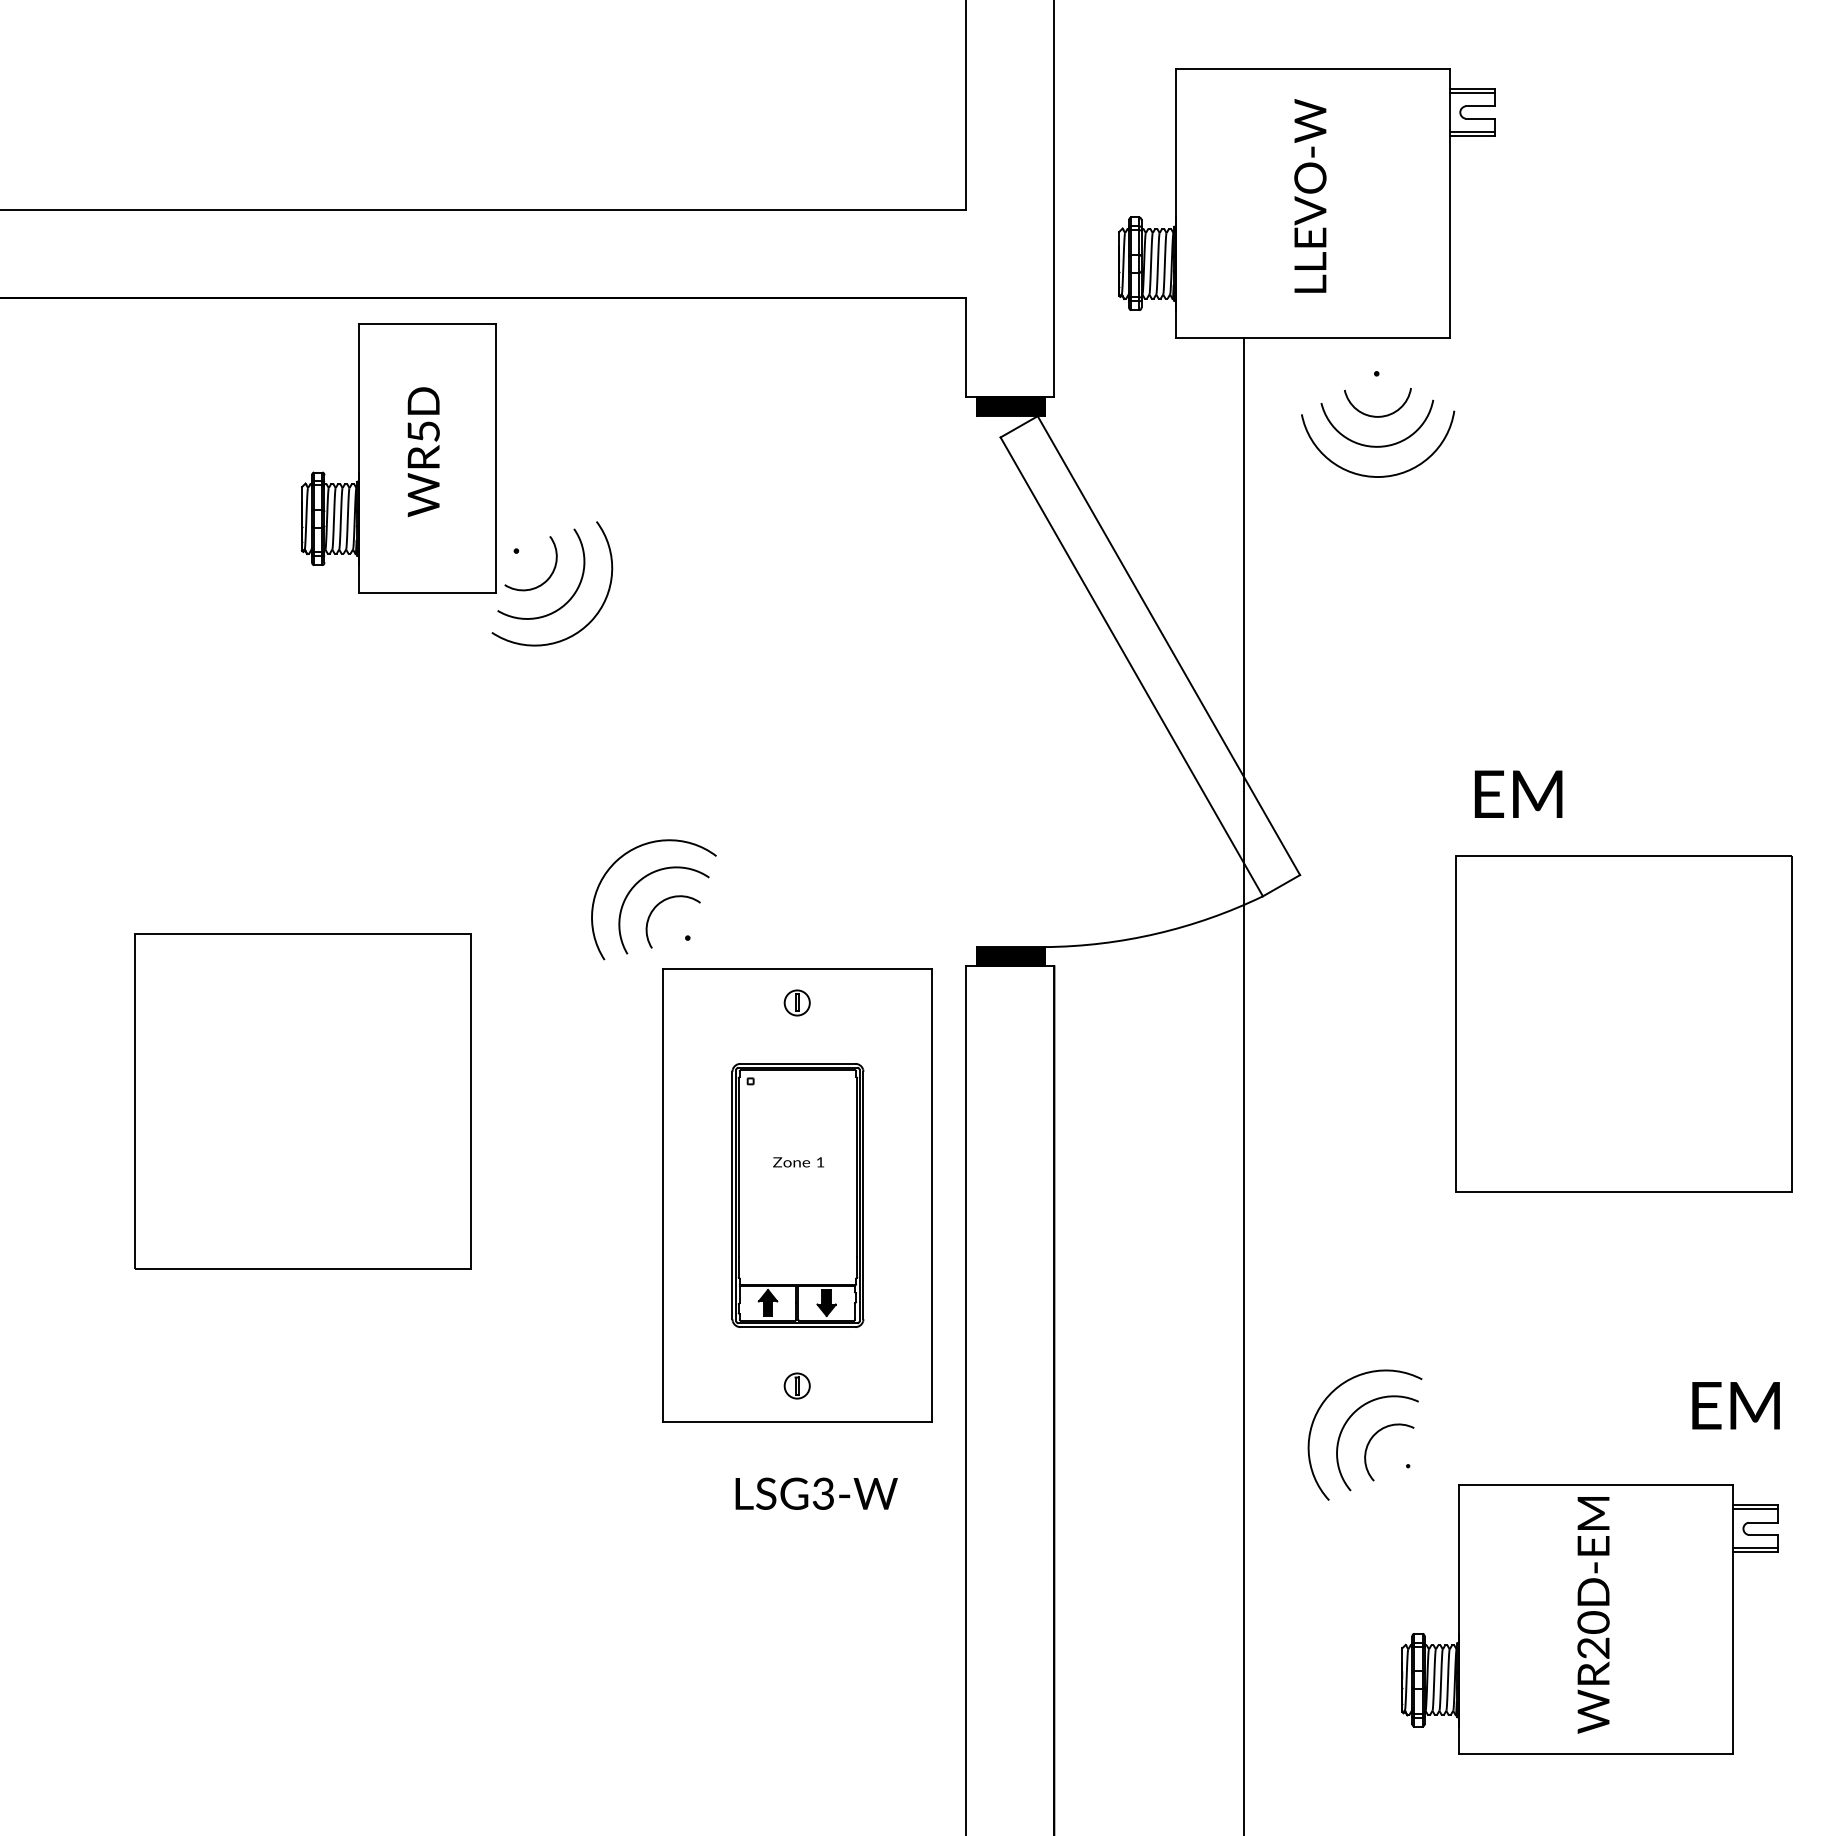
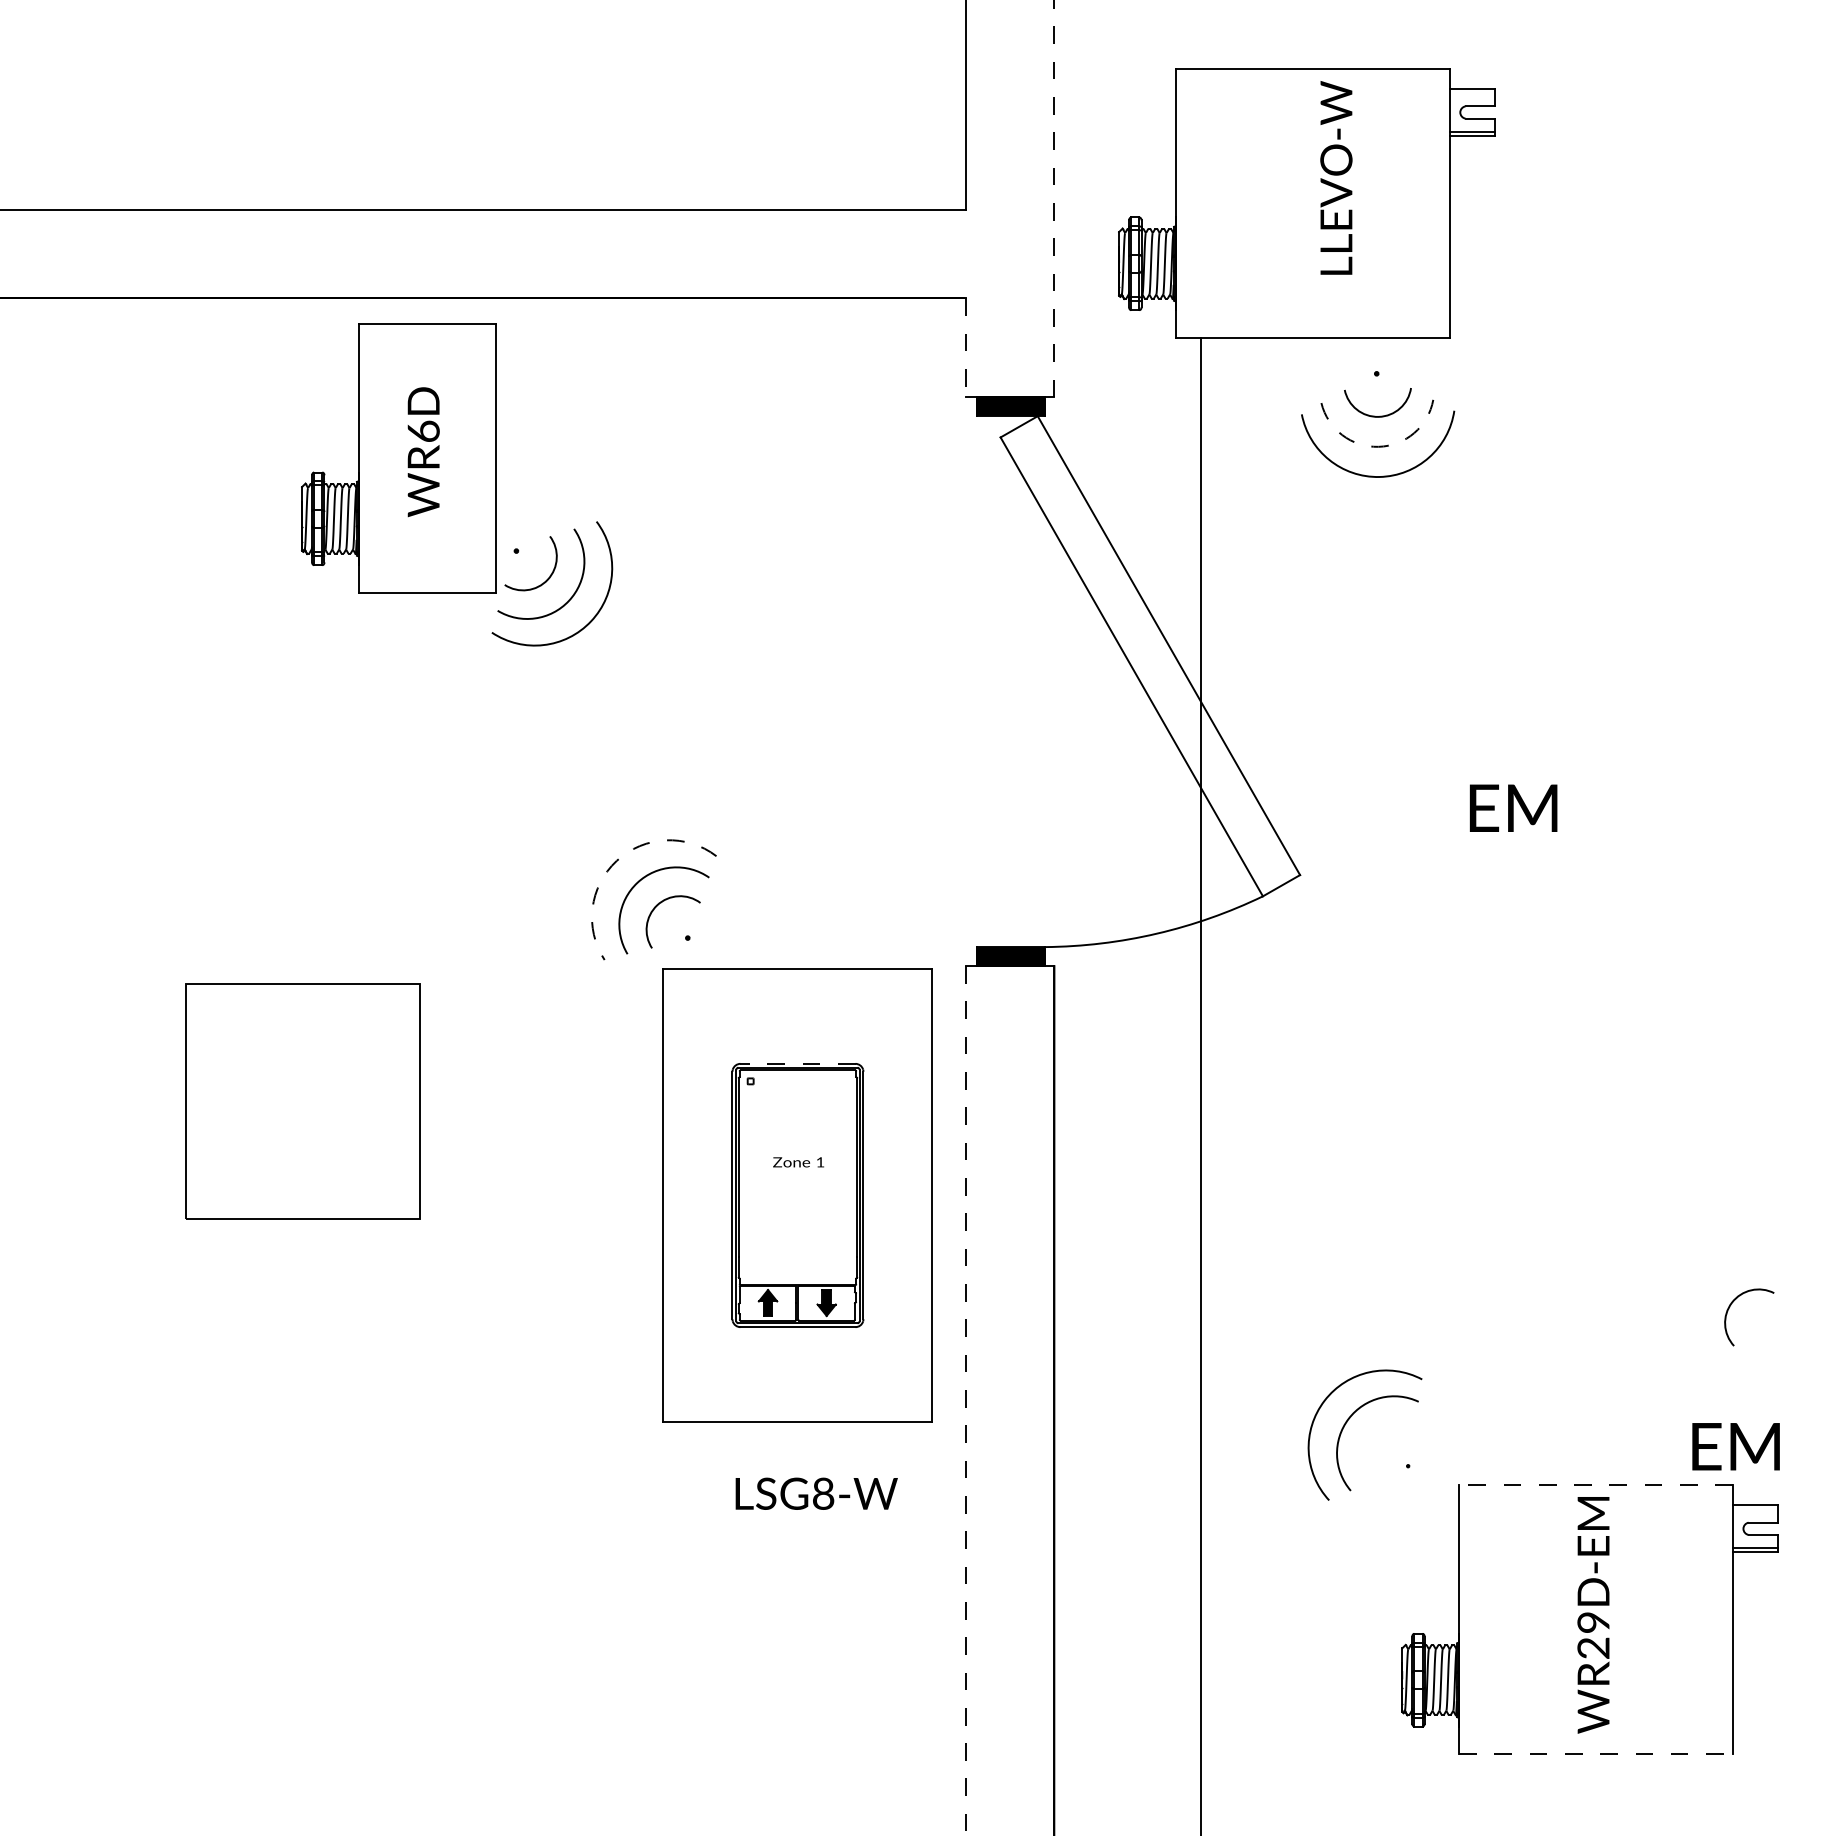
line at (1472, 93): present -> none
text at (1310, 195) position: (1310, 195) -> (1336, 177)
line at (1054, 198): solid -> dashed
line at (966, 348): solid -> dashed
text at (423, 430): WR5D -> WR6D
arc at (1378, 446): solid -> dashed
text at (1518, 793) position: (1518, 793) -> (1513, 807)
arc at (616, 860): solid -> dashed
part at (796, 1002): present -> none
part at (1623, 1023): present -> none
line at (797, 1063): solid -> dashed
line at (1244, 1084) position: (1244, 1084) -> (1201, 1084)
part at (302, 1101) size: 338x337 px -> 236x237 px
part at (796, 1385): present -> none
line at (966, 1400): solid -> dashed
text at (1735, 1405) position: (1735, 1405) -> (1735, 1446)
arc at (1370, 1442) position: (1370, 1442) -> (1730, 1307)
line at (1595, 1485): solid -> dashed
text at (823, 1493): LSG3-W -> LSG8-W
line at (1755, 1509): present -> none
text at (1594, 1622): WR20D-EM -> WR29D-EM
line at (1596, 1754): solid -> dashed
